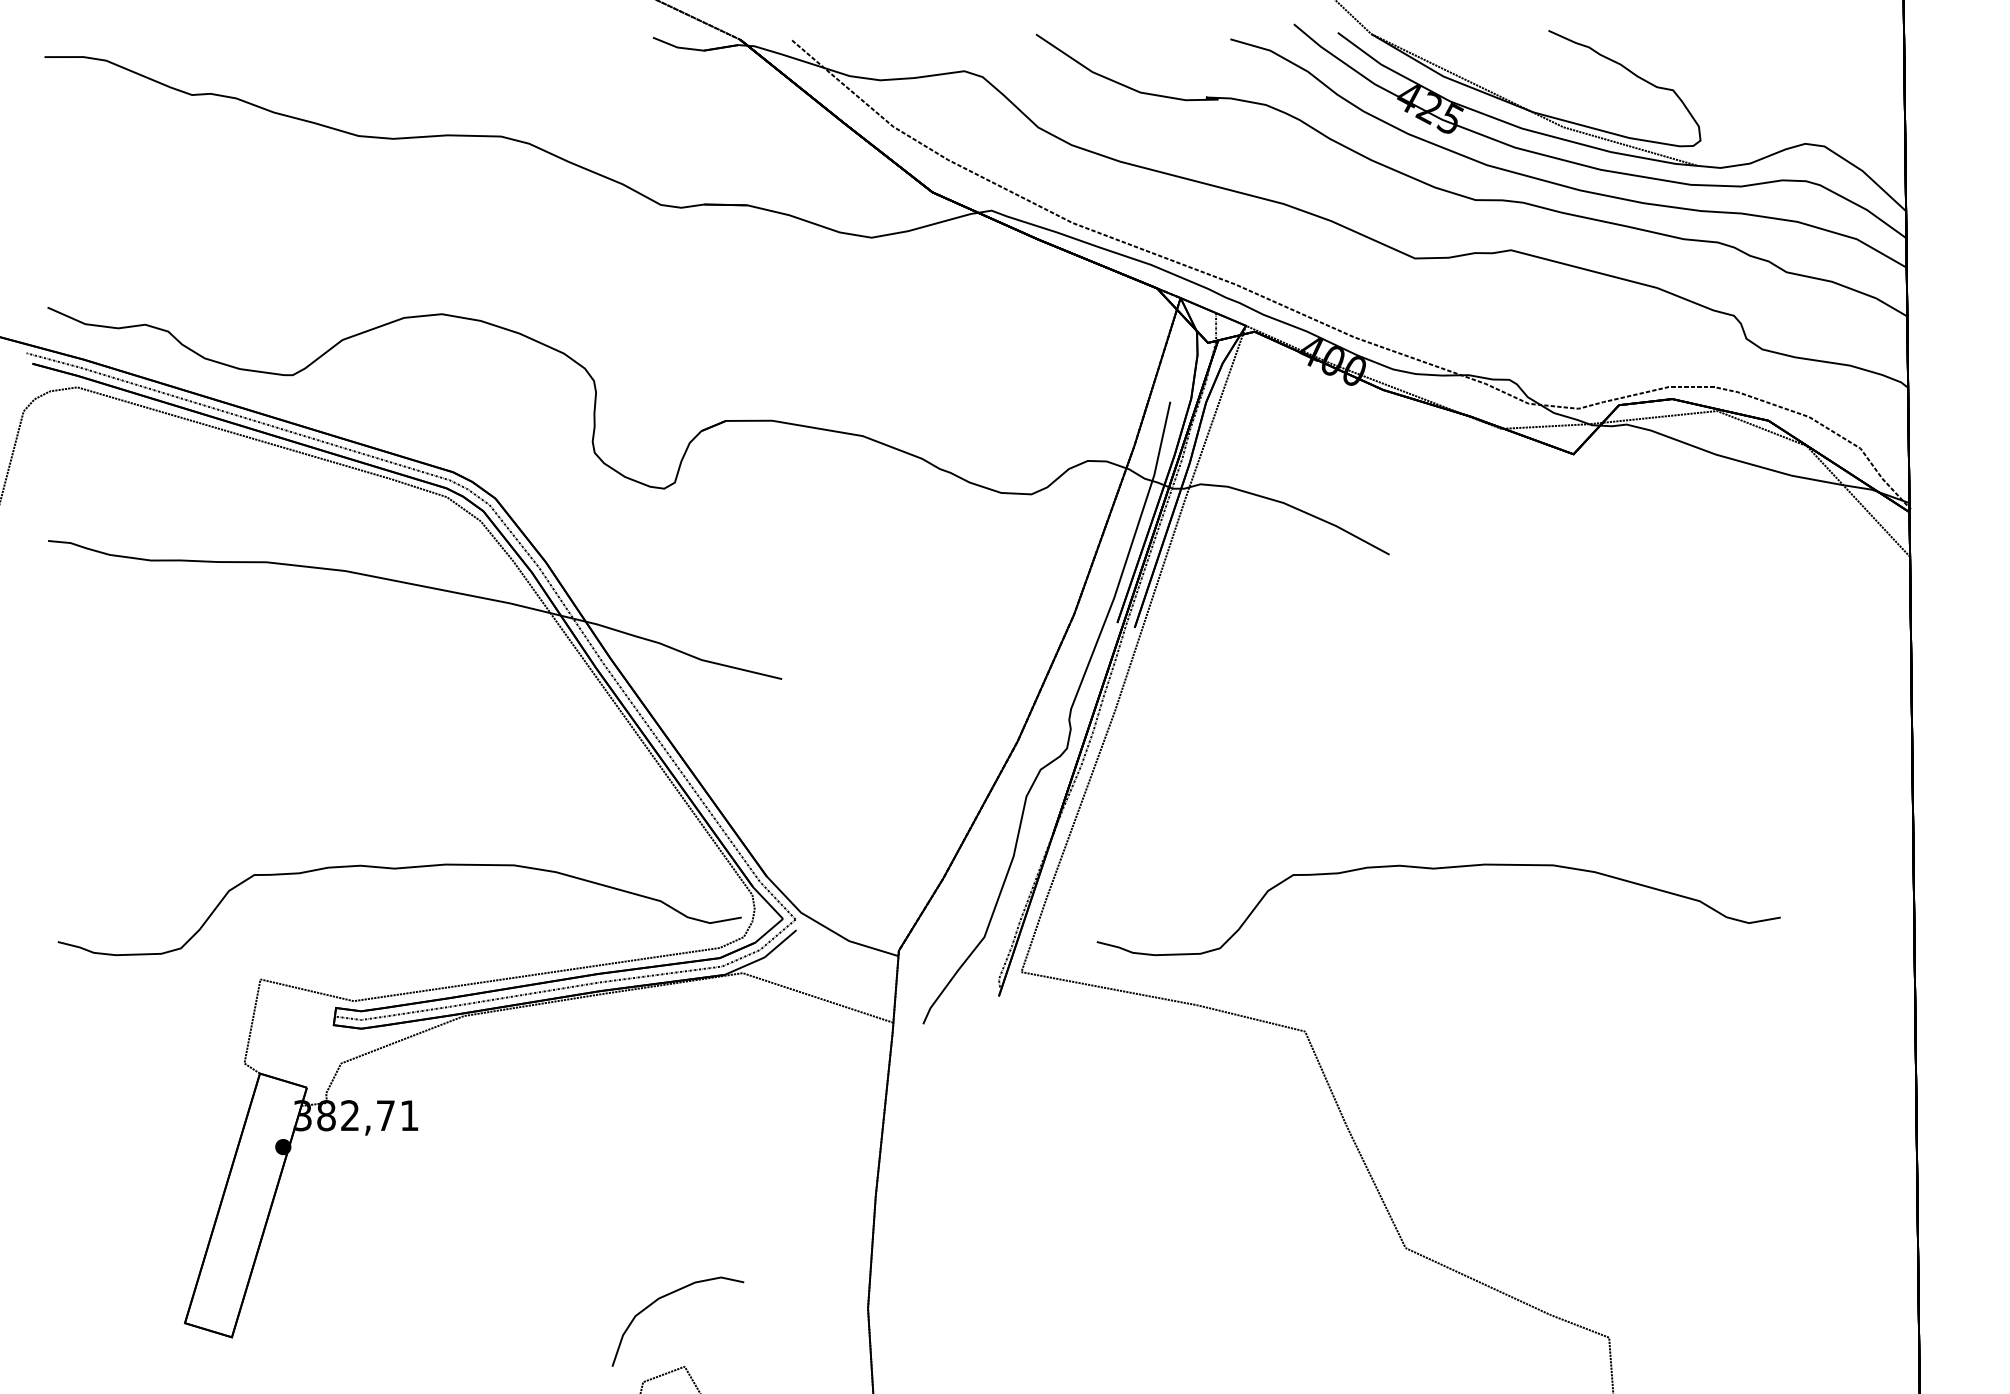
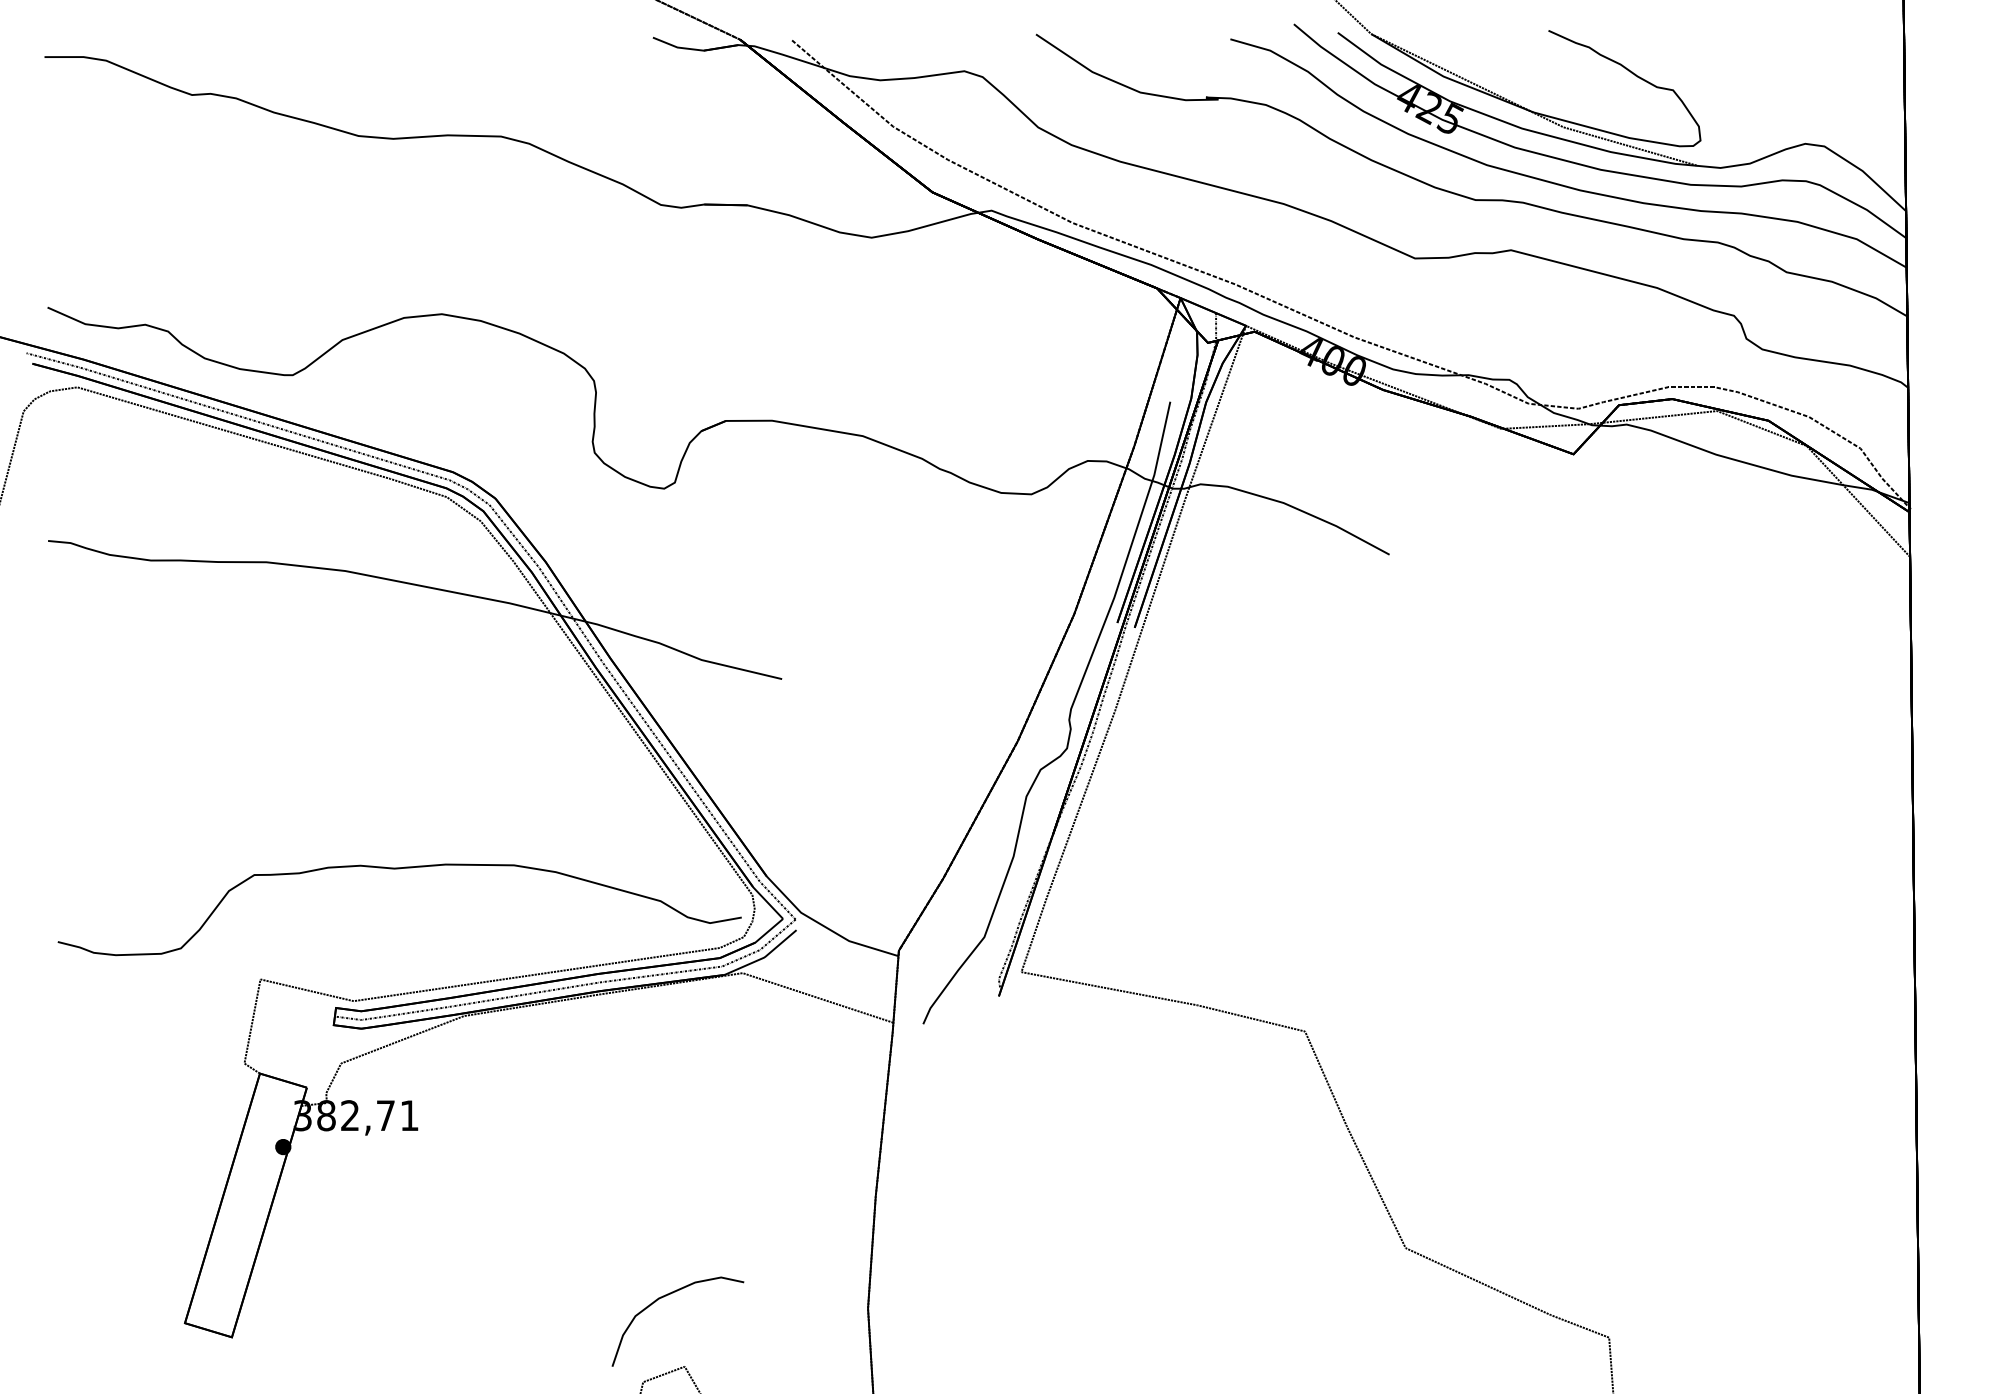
curve at (1438, 869): present -> none
